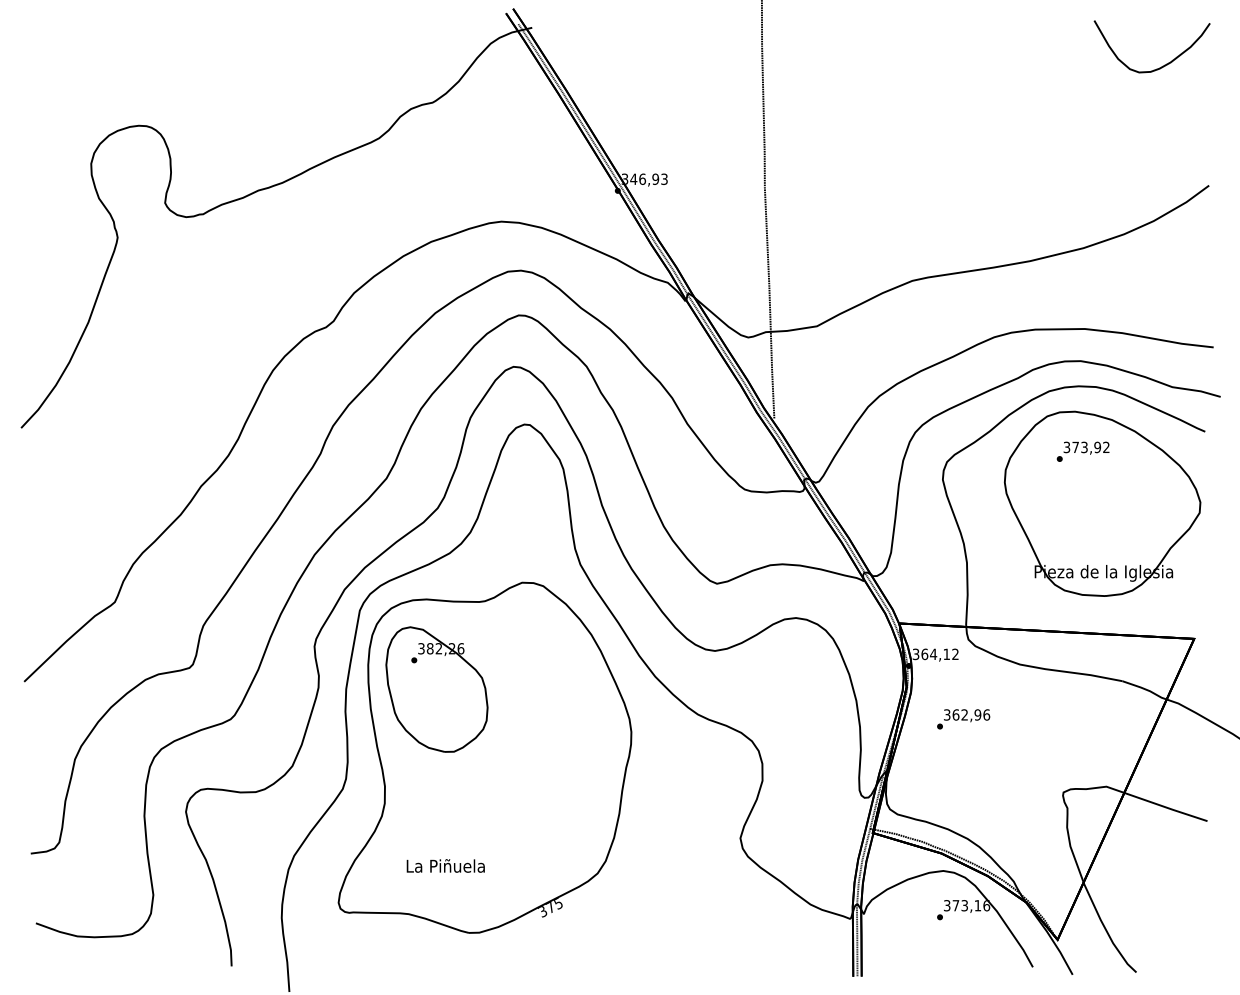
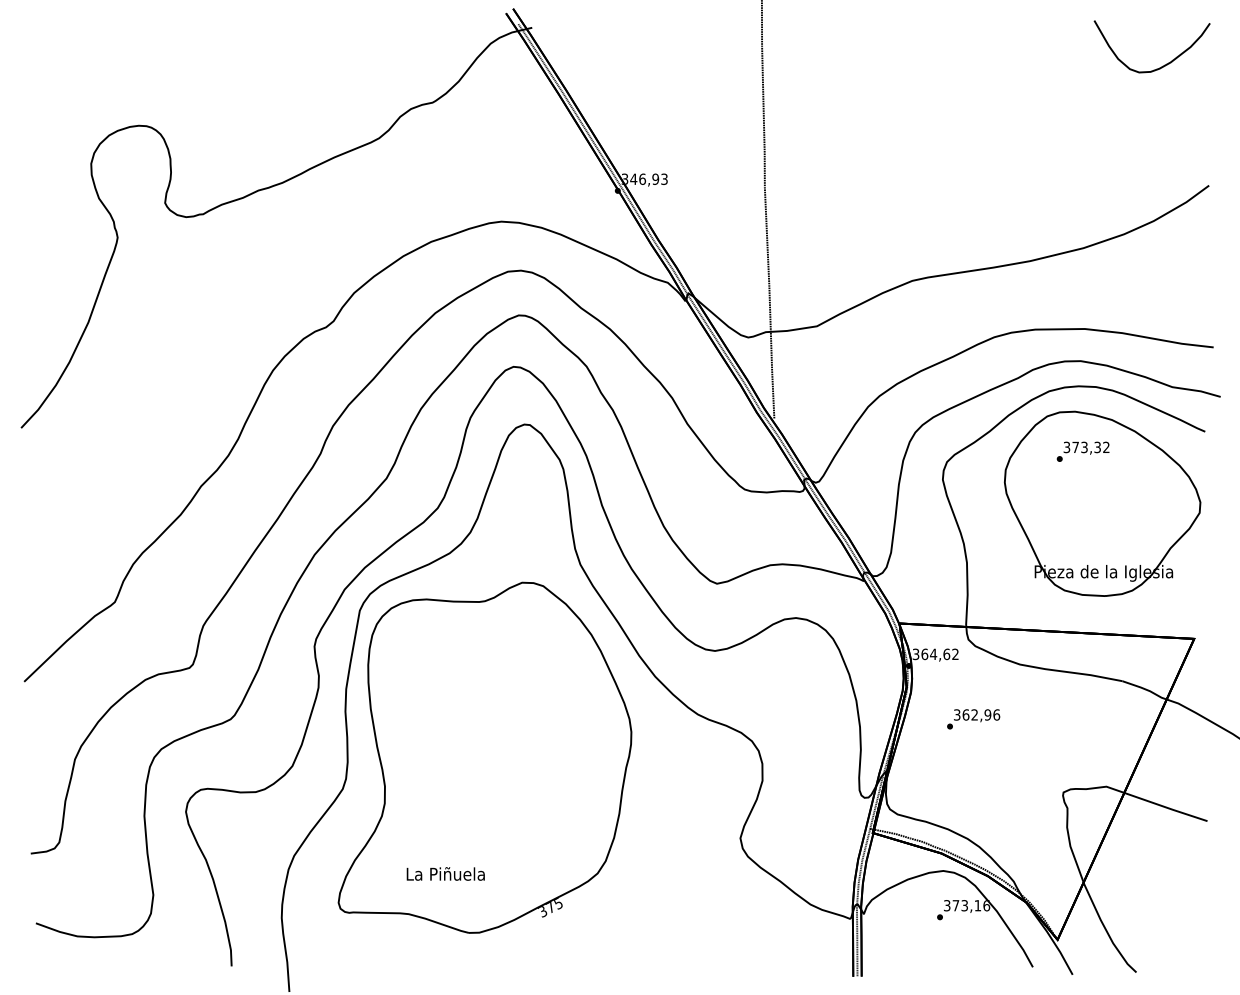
text at (1097, 446): 373,92 -> 373,32
text at (946, 654): 364,12 -> 364,62
part at (436, 689): present -> none
text at (963, 719) position: (963, 719) -> (973, 719)
text at (445, 865) position: (445, 865) -> (445, 873)
